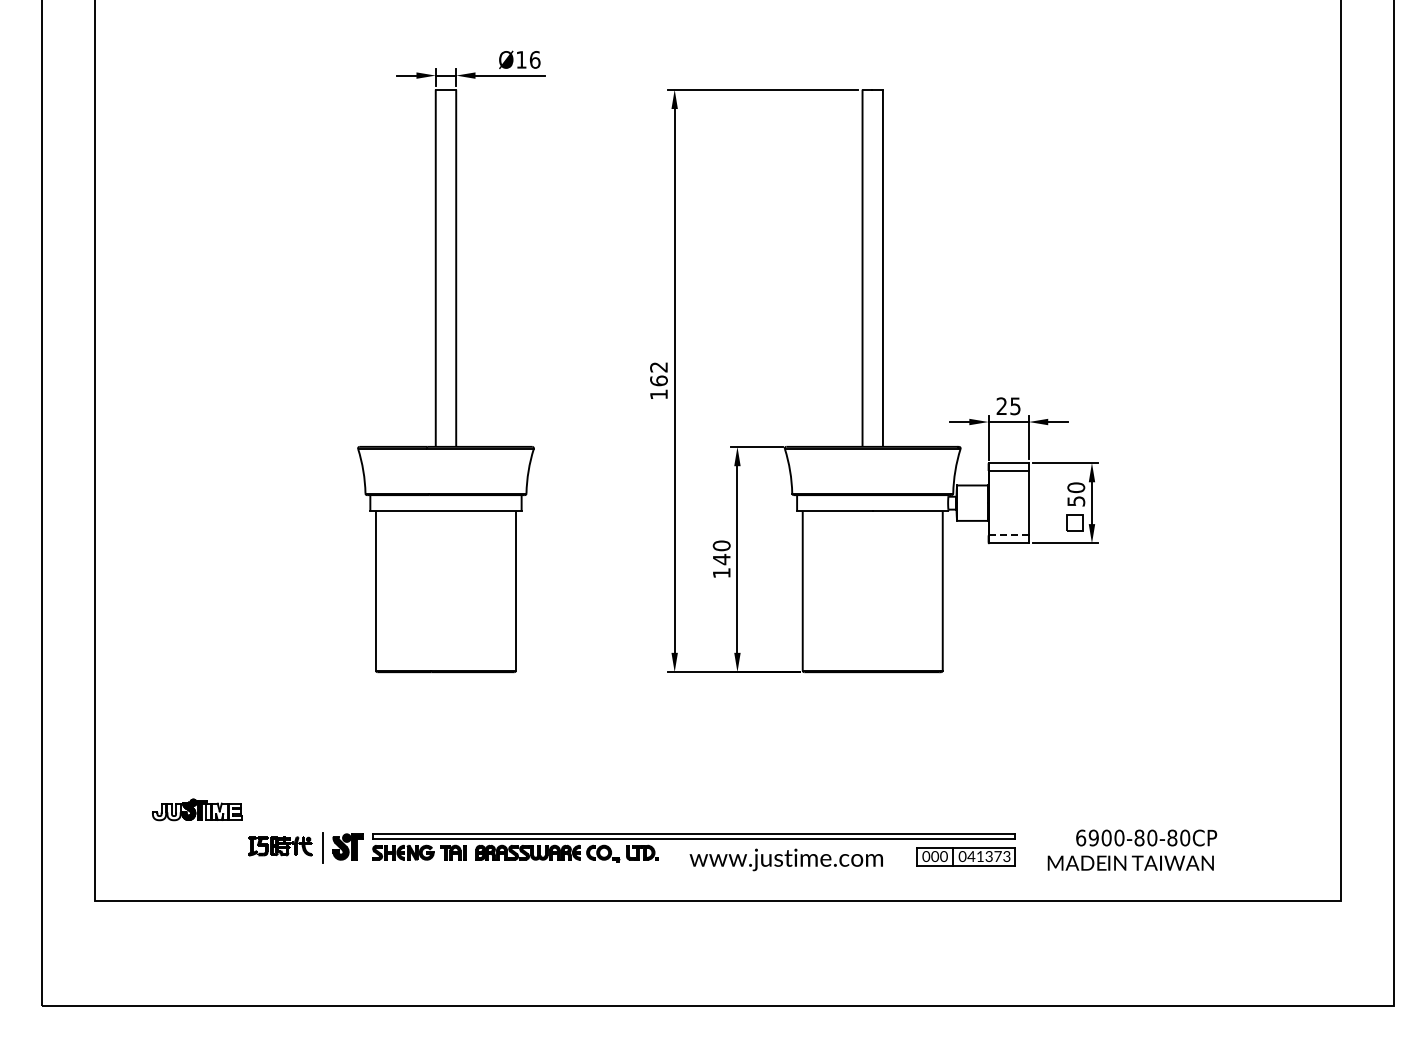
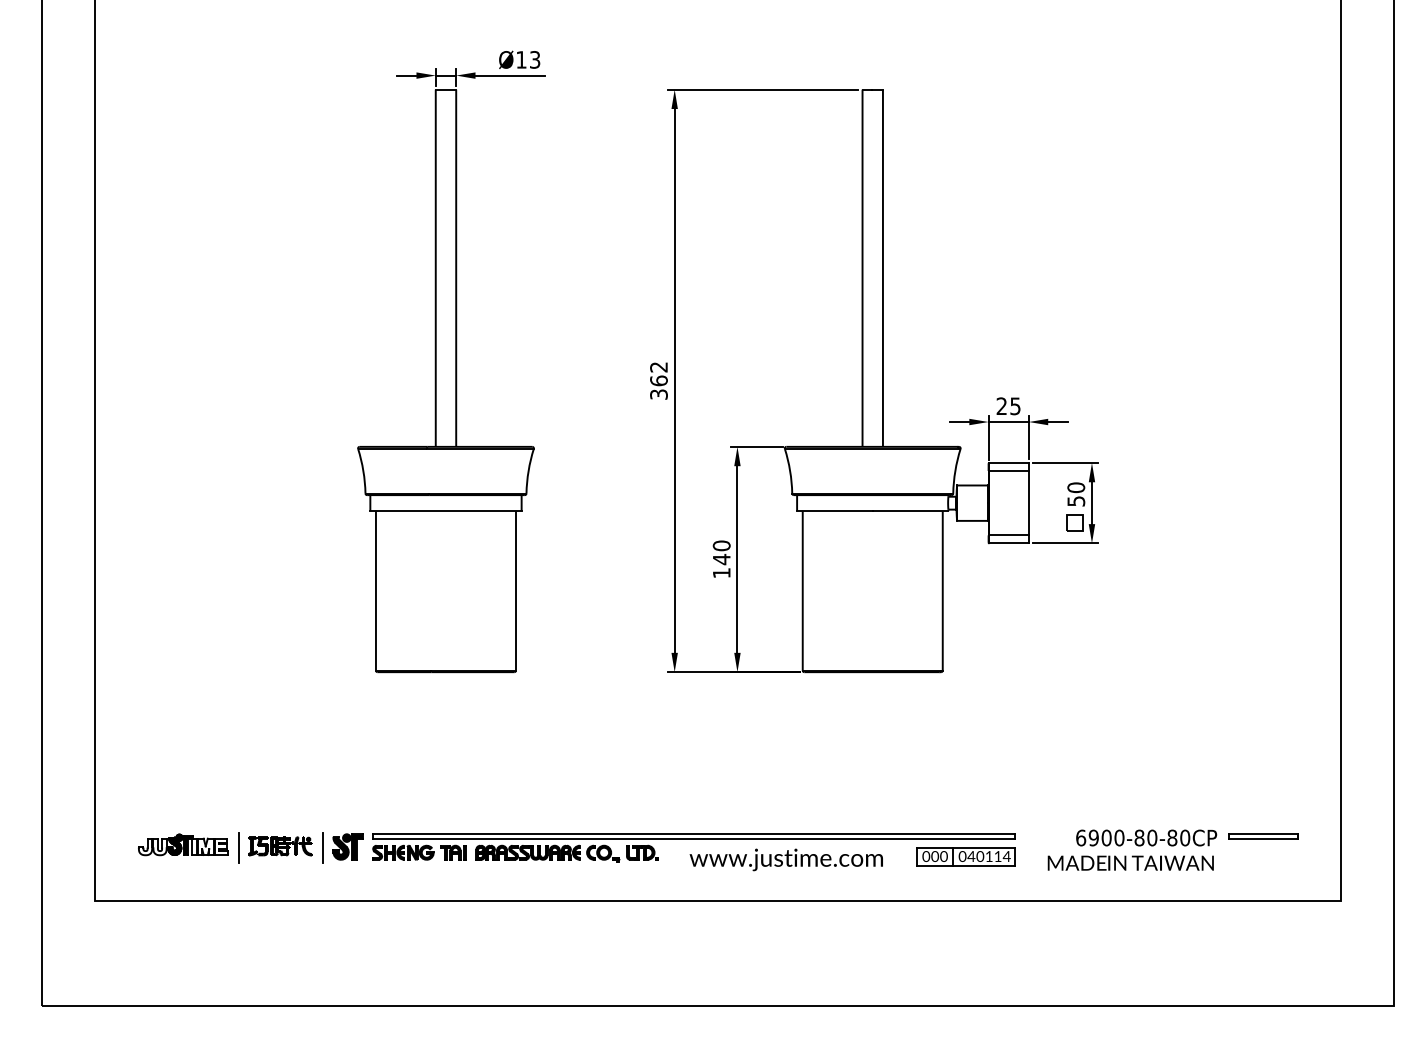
text at (534, 59): Ø16 -> Ø13
text at (658, 394): 162 -> 362
line at (1009, 535): dashed -> solid
part at (197, 809) position: (197, 809) -> (183, 844)
part at (1263, 836): none -> present
line at (238, 847): none -> present
text at (993, 856): 041373 -> 040114
